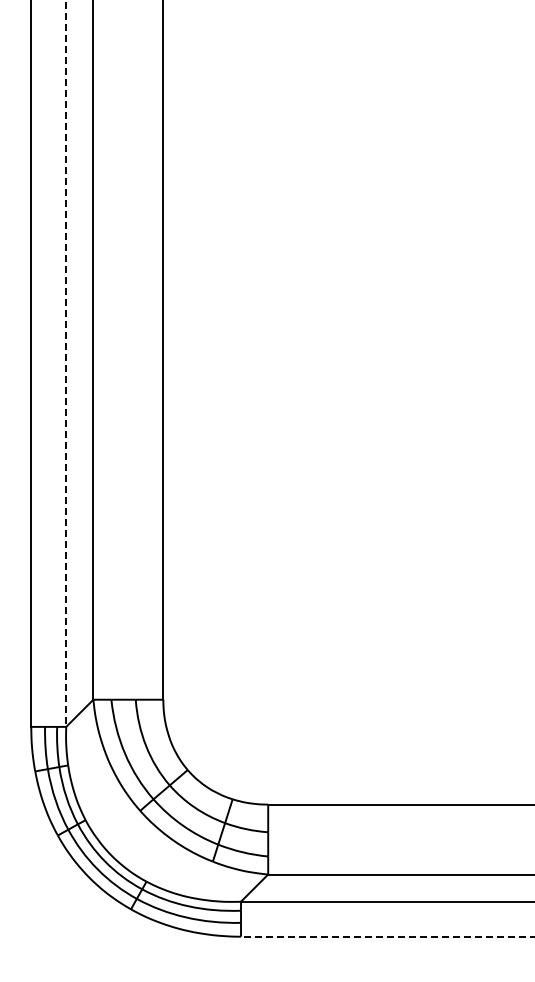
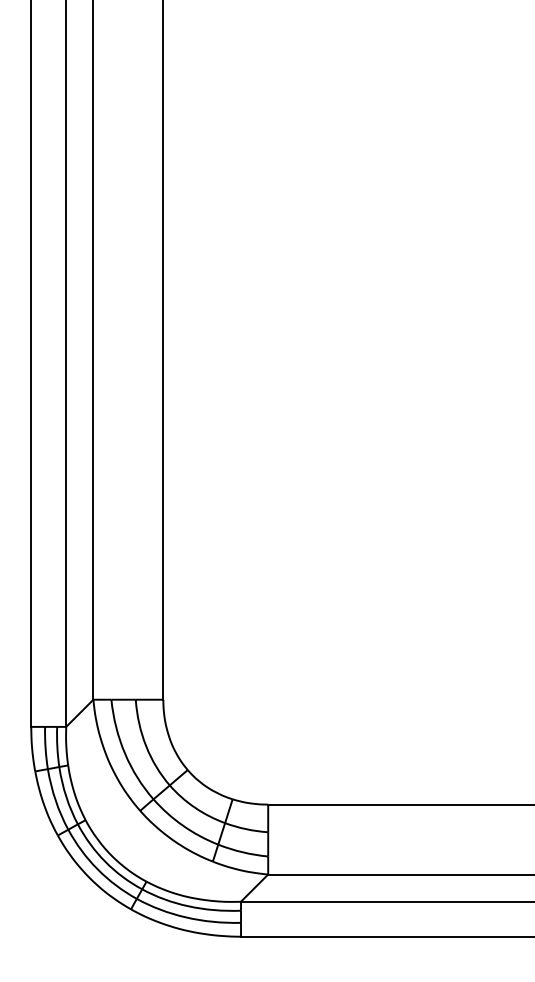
line at (66, 363): dashed -> solid
line at (387, 936): dashed -> solid
